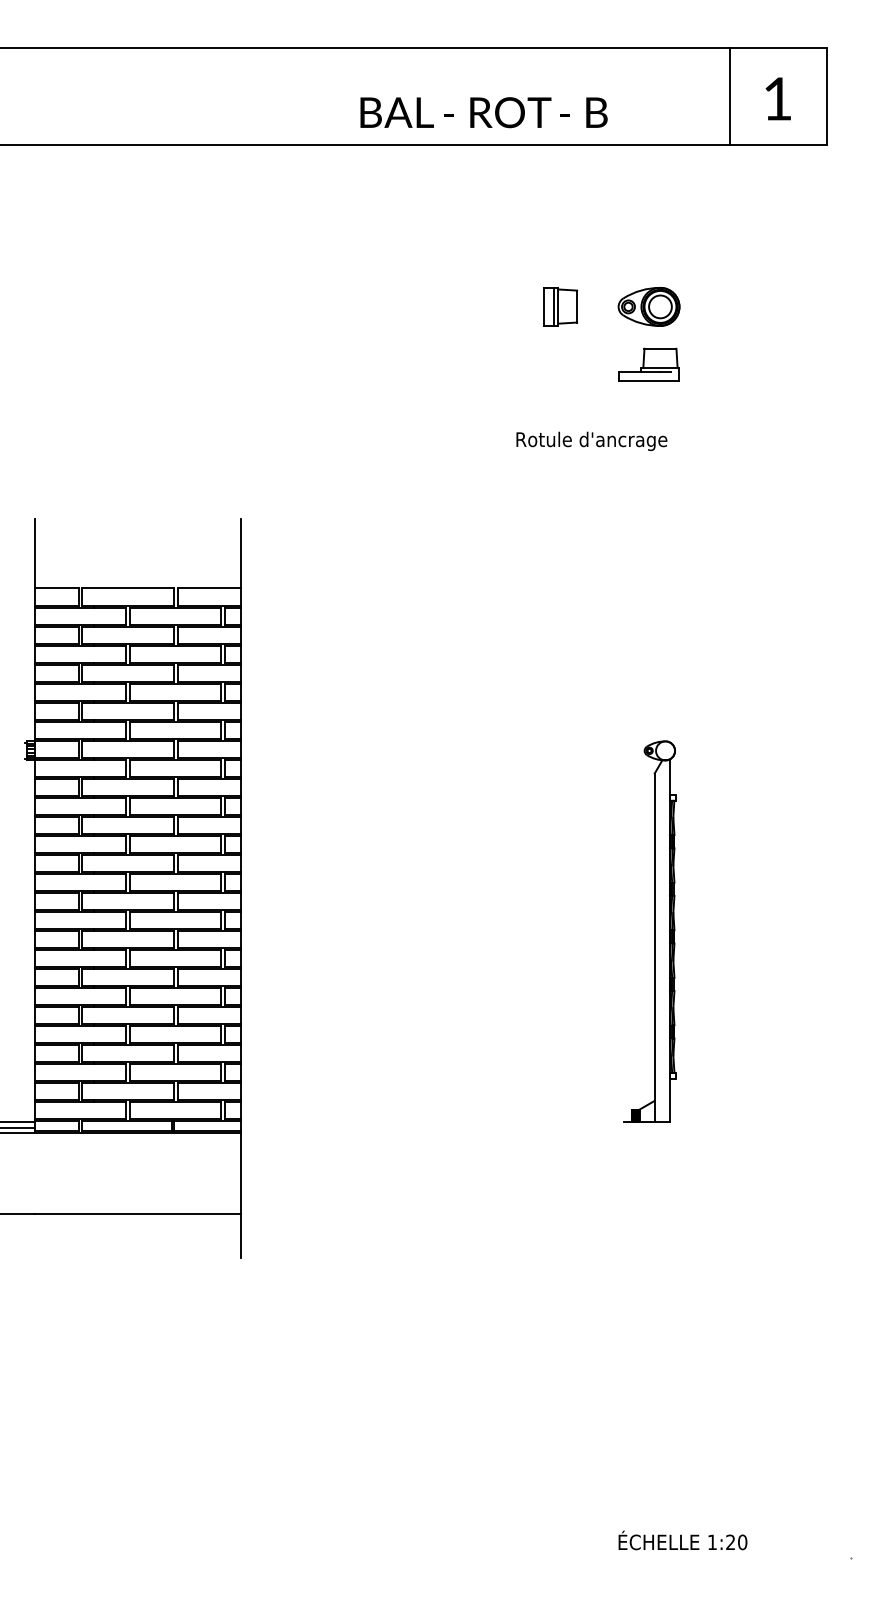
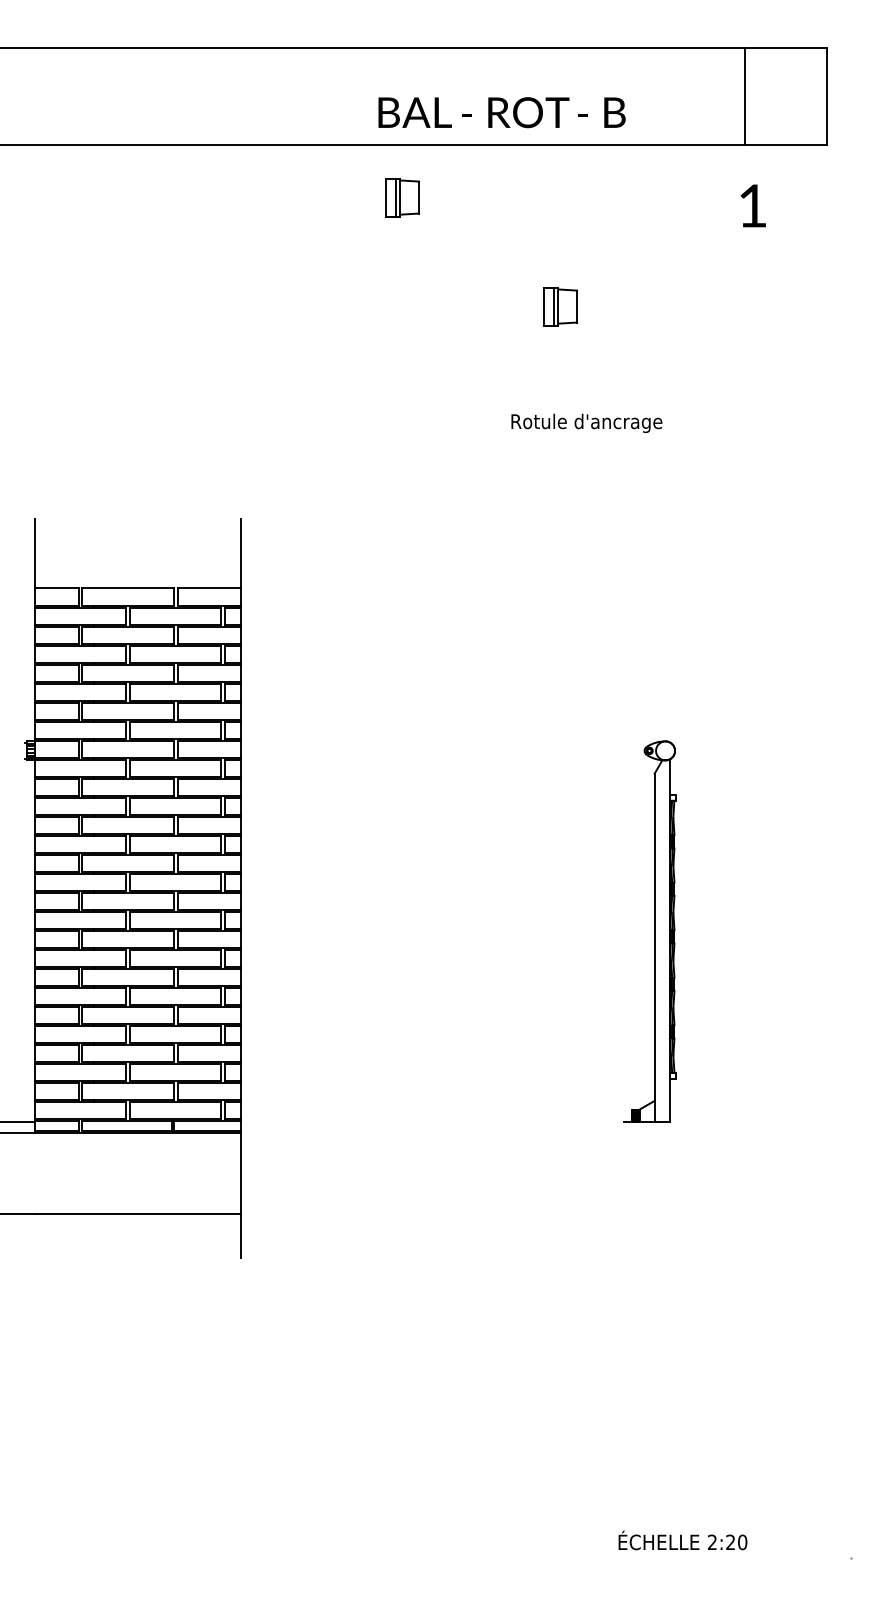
line at (729, 96) position: (729, 96) -> (744, 96)
text at (777, 98) position: (777, 98) -> (752, 205)
text at (483, 112) position: (483, 112) -> (501, 112)
part at (402, 197): none -> present
part at (648, 306): present -> none
part at (648, 364): present -> none
text at (591, 440) position: (591, 440) -> (586, 422)
line at (18, 1127): present -> none
text at (711, 1541): 1:20 -> 2:20
